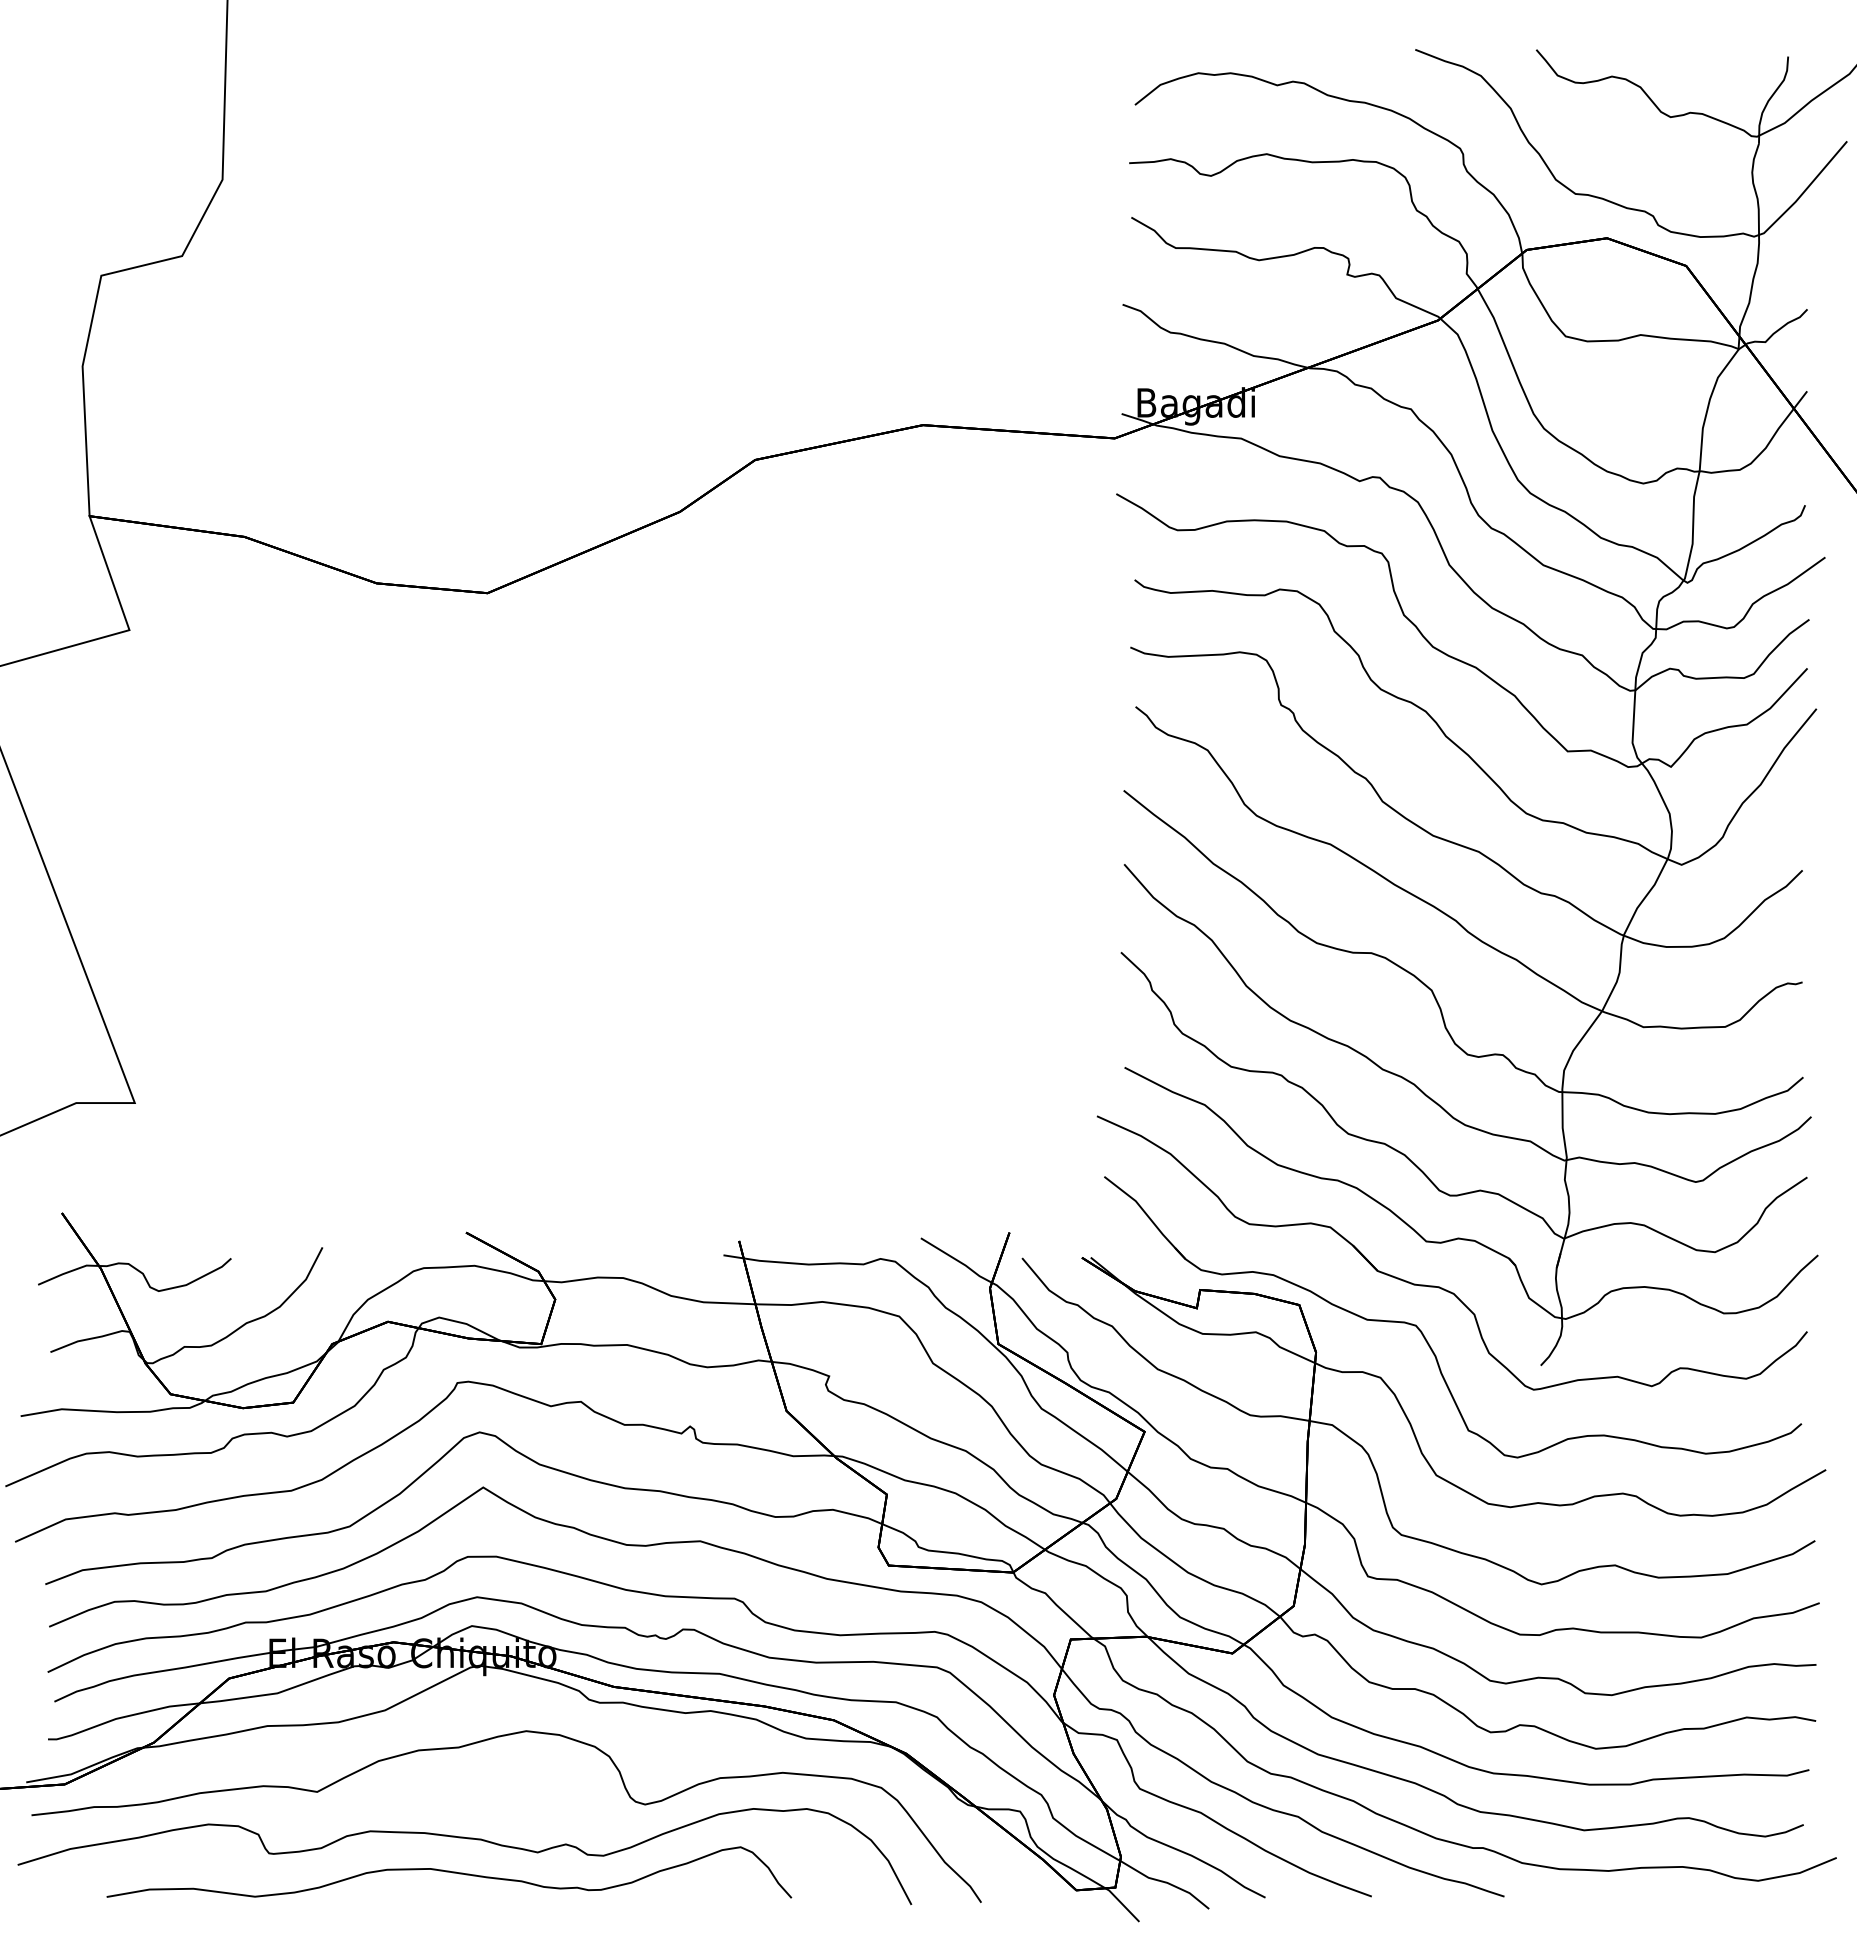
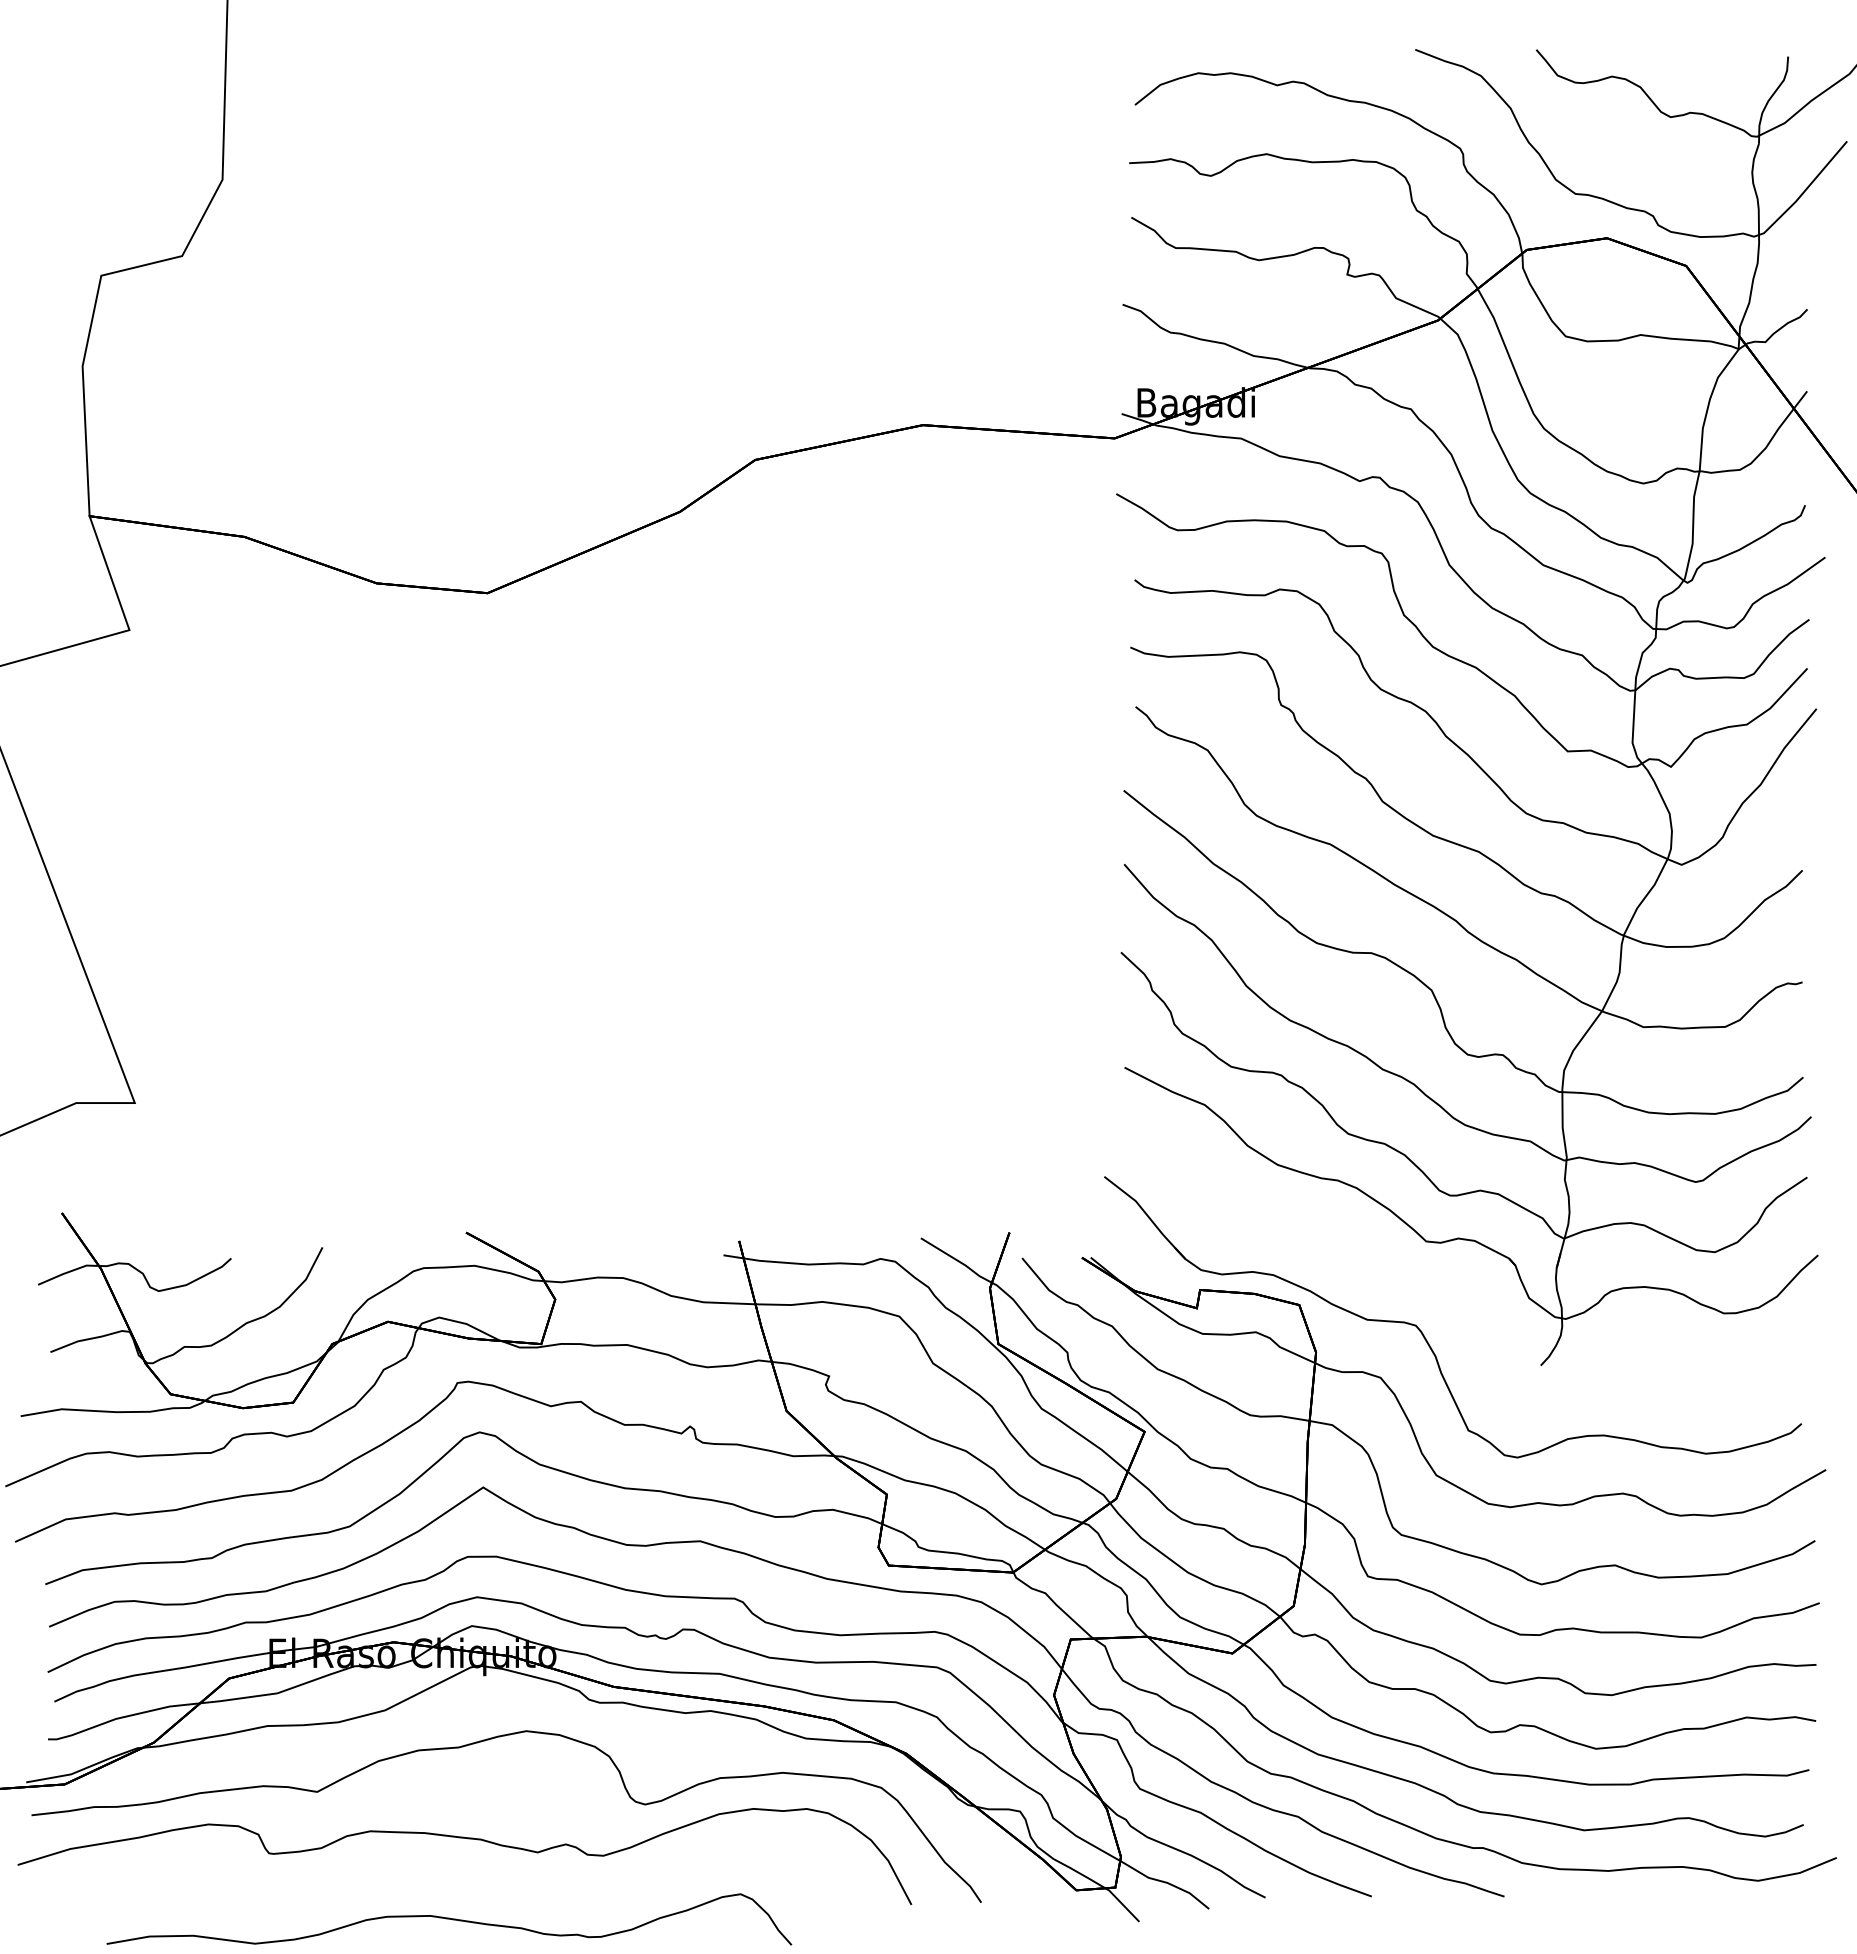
part at (1439, 1286): present -> none
part at (449, 1872) position: (449, 1872) -> (449, 1919)
